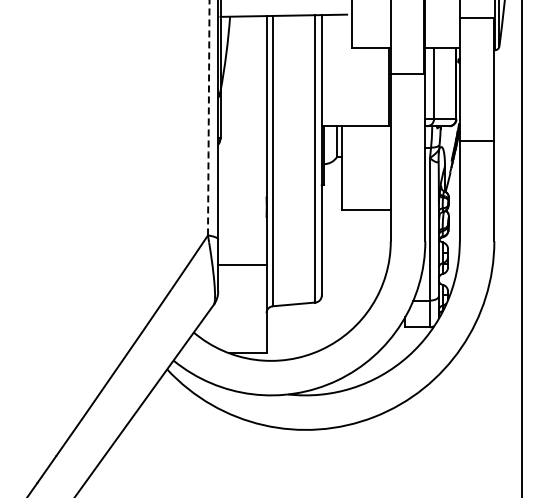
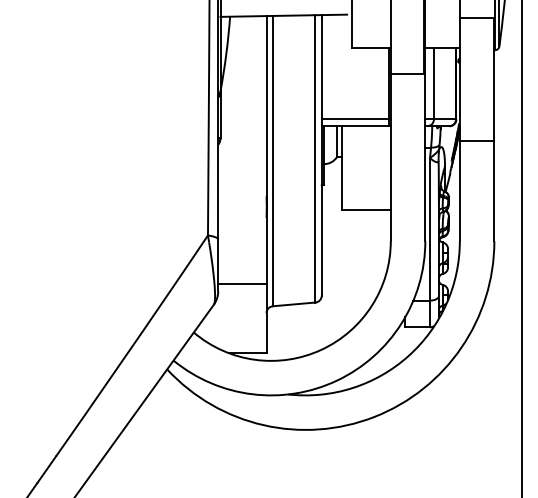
arc at (208, 117): dashed -> solid
line at (355, 119): none -> present
line at (242, 264) position: (242, 264) -> (242, 283)
